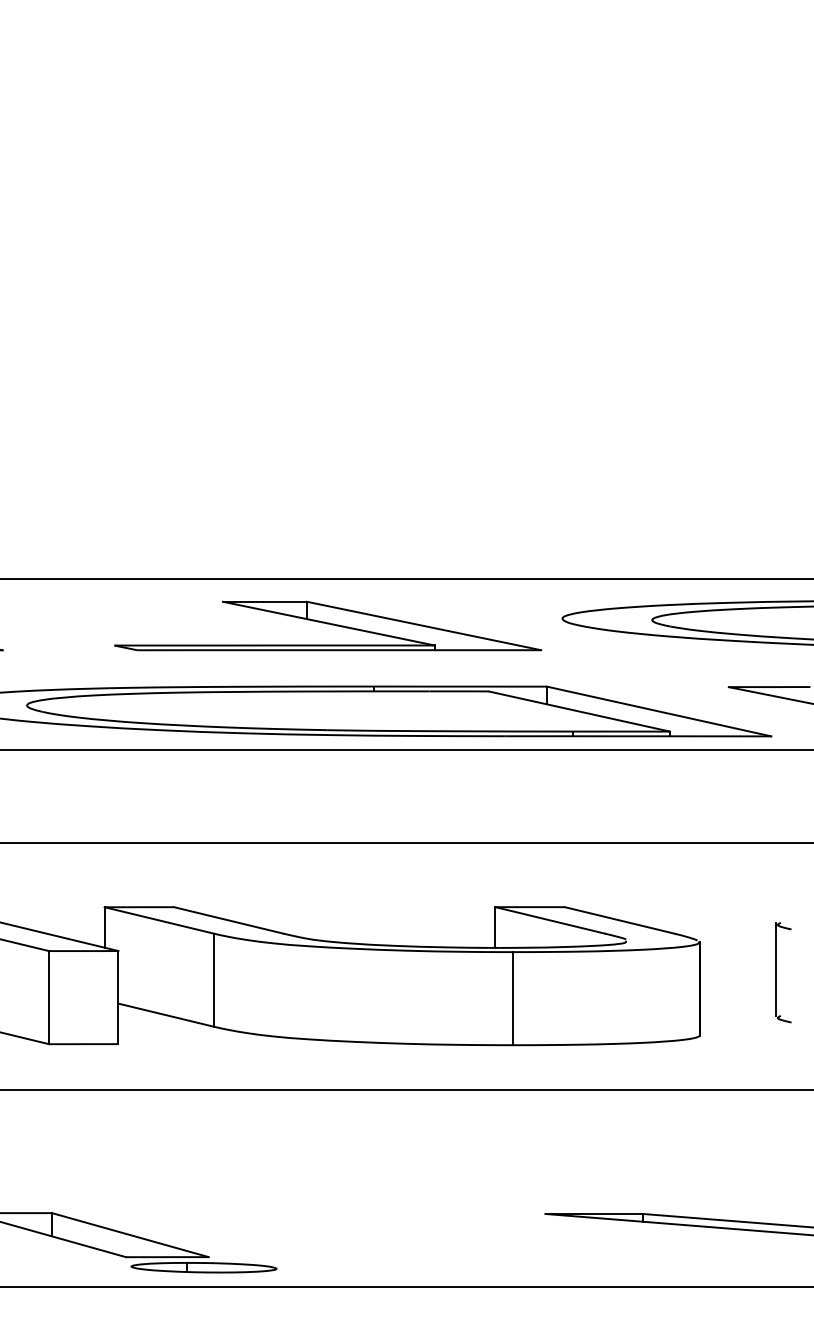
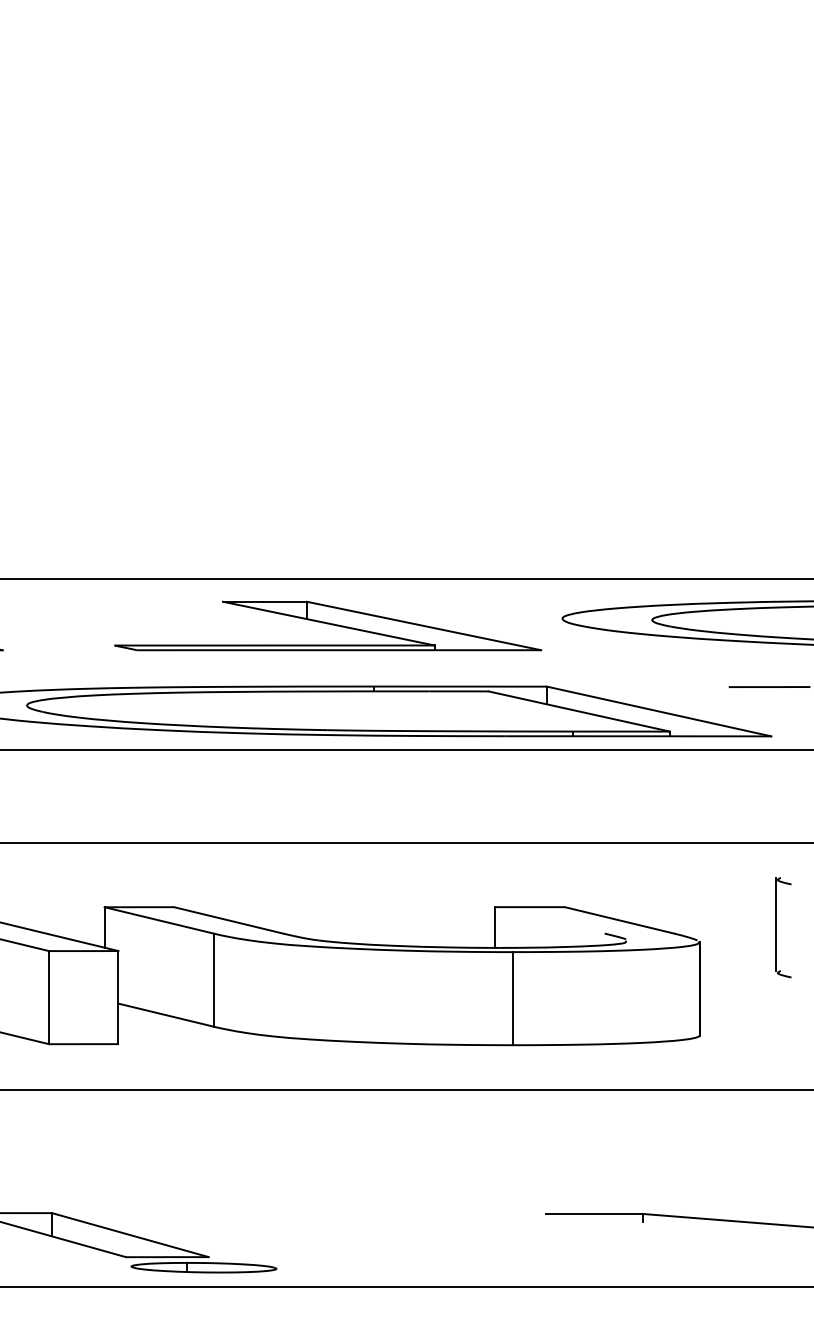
line at (769, 695): present -> none
line at (549, 920): present -> none
part at (776, 972) position: (776, 972) -> (776, 927)
line at (677, 1224): present -> none
